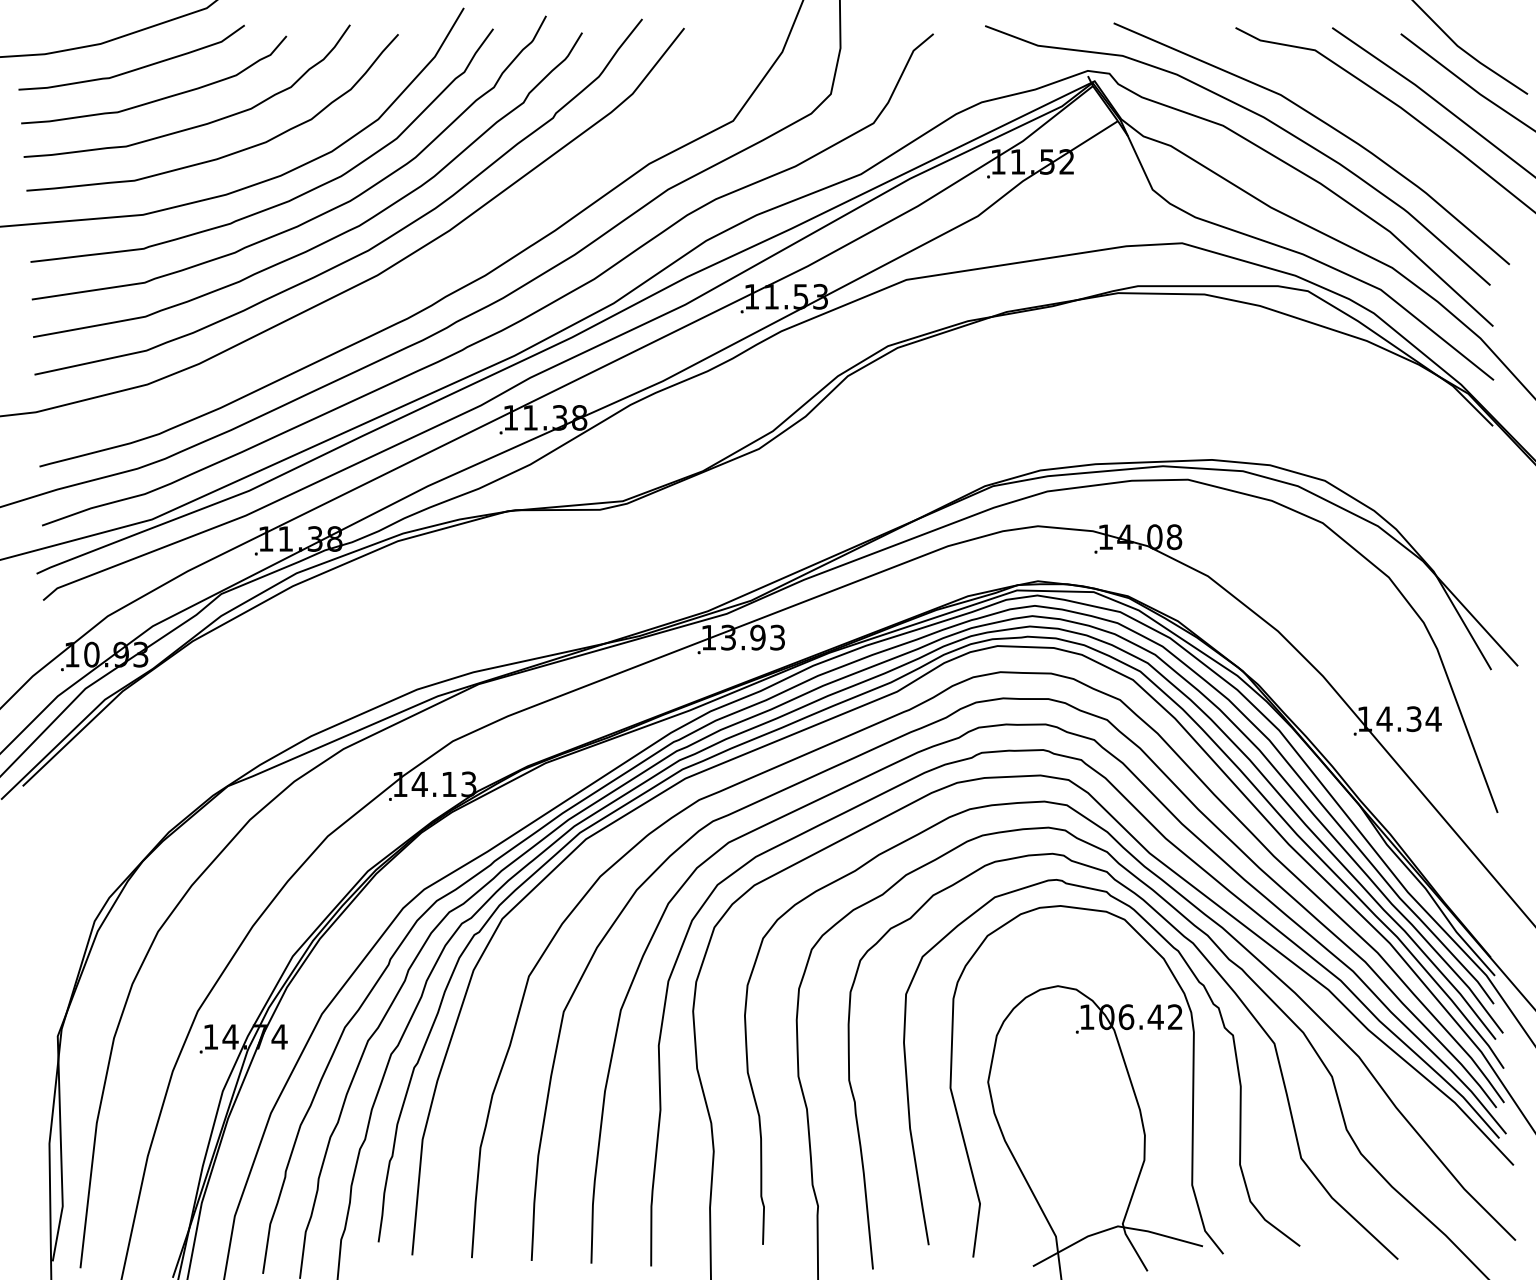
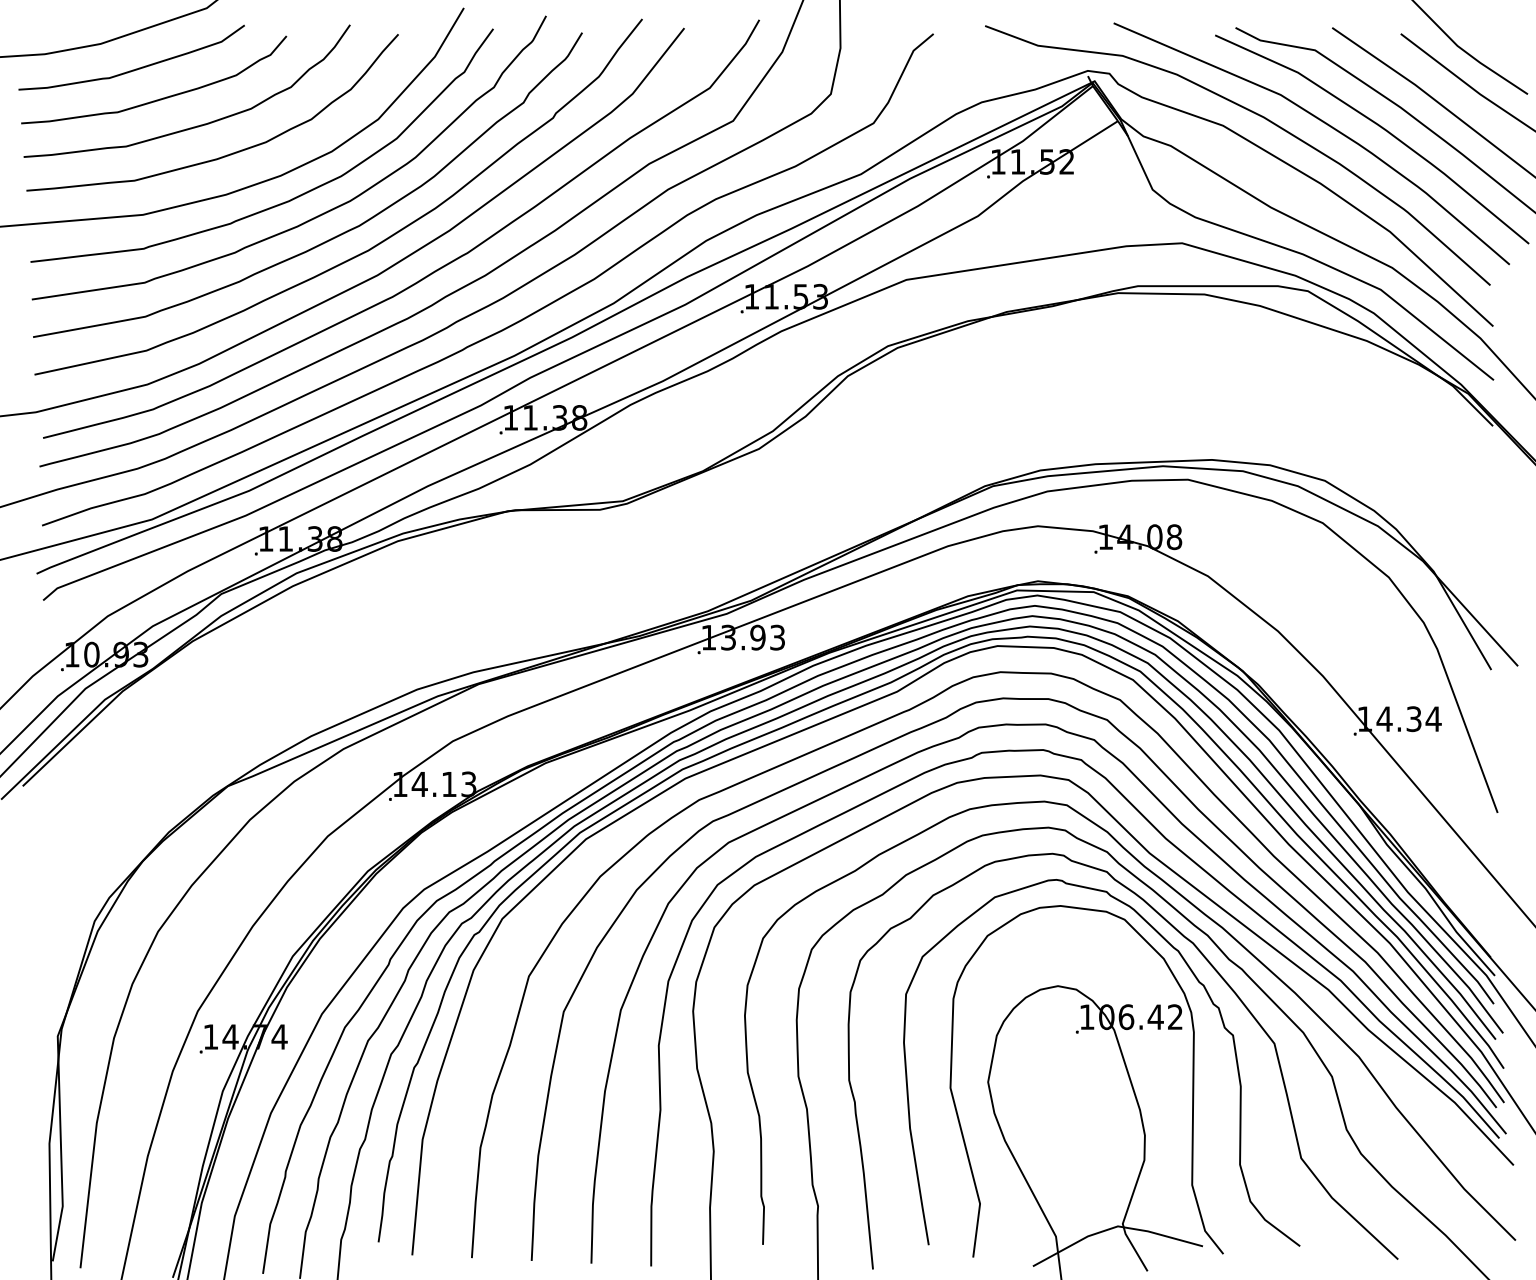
curve at (1381, 128): none -> present
curve at (429, 273): none -> present
